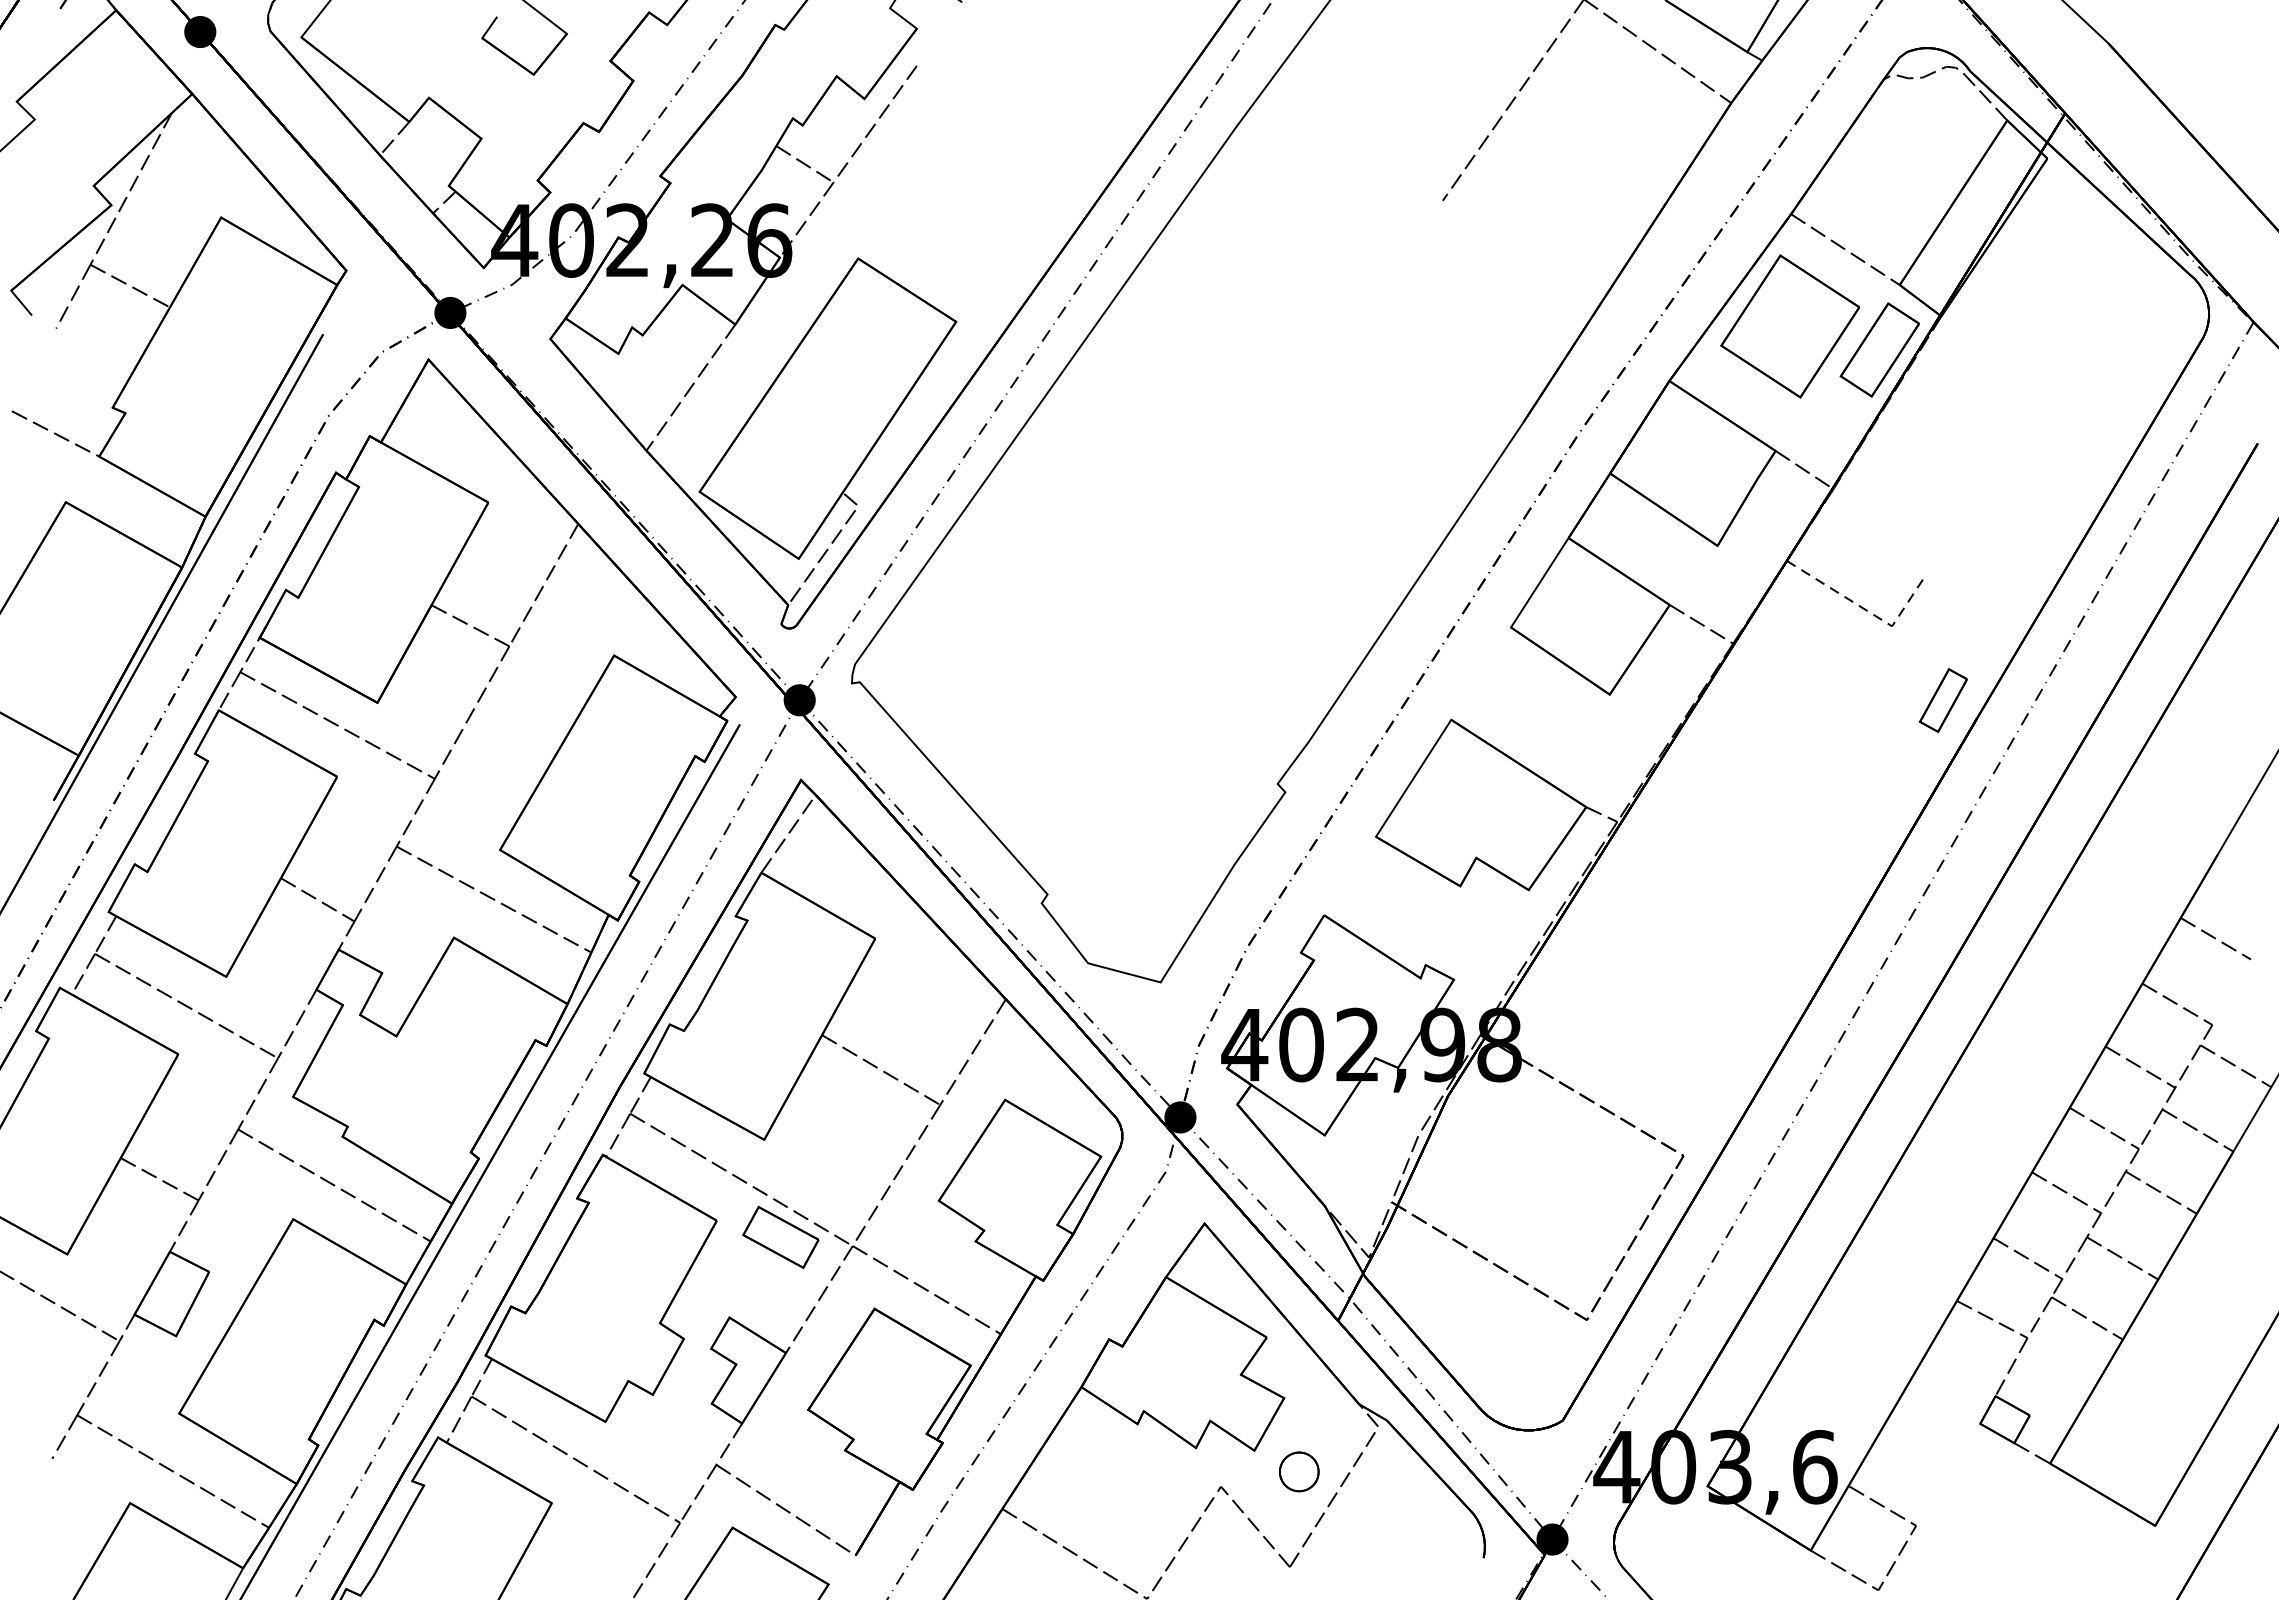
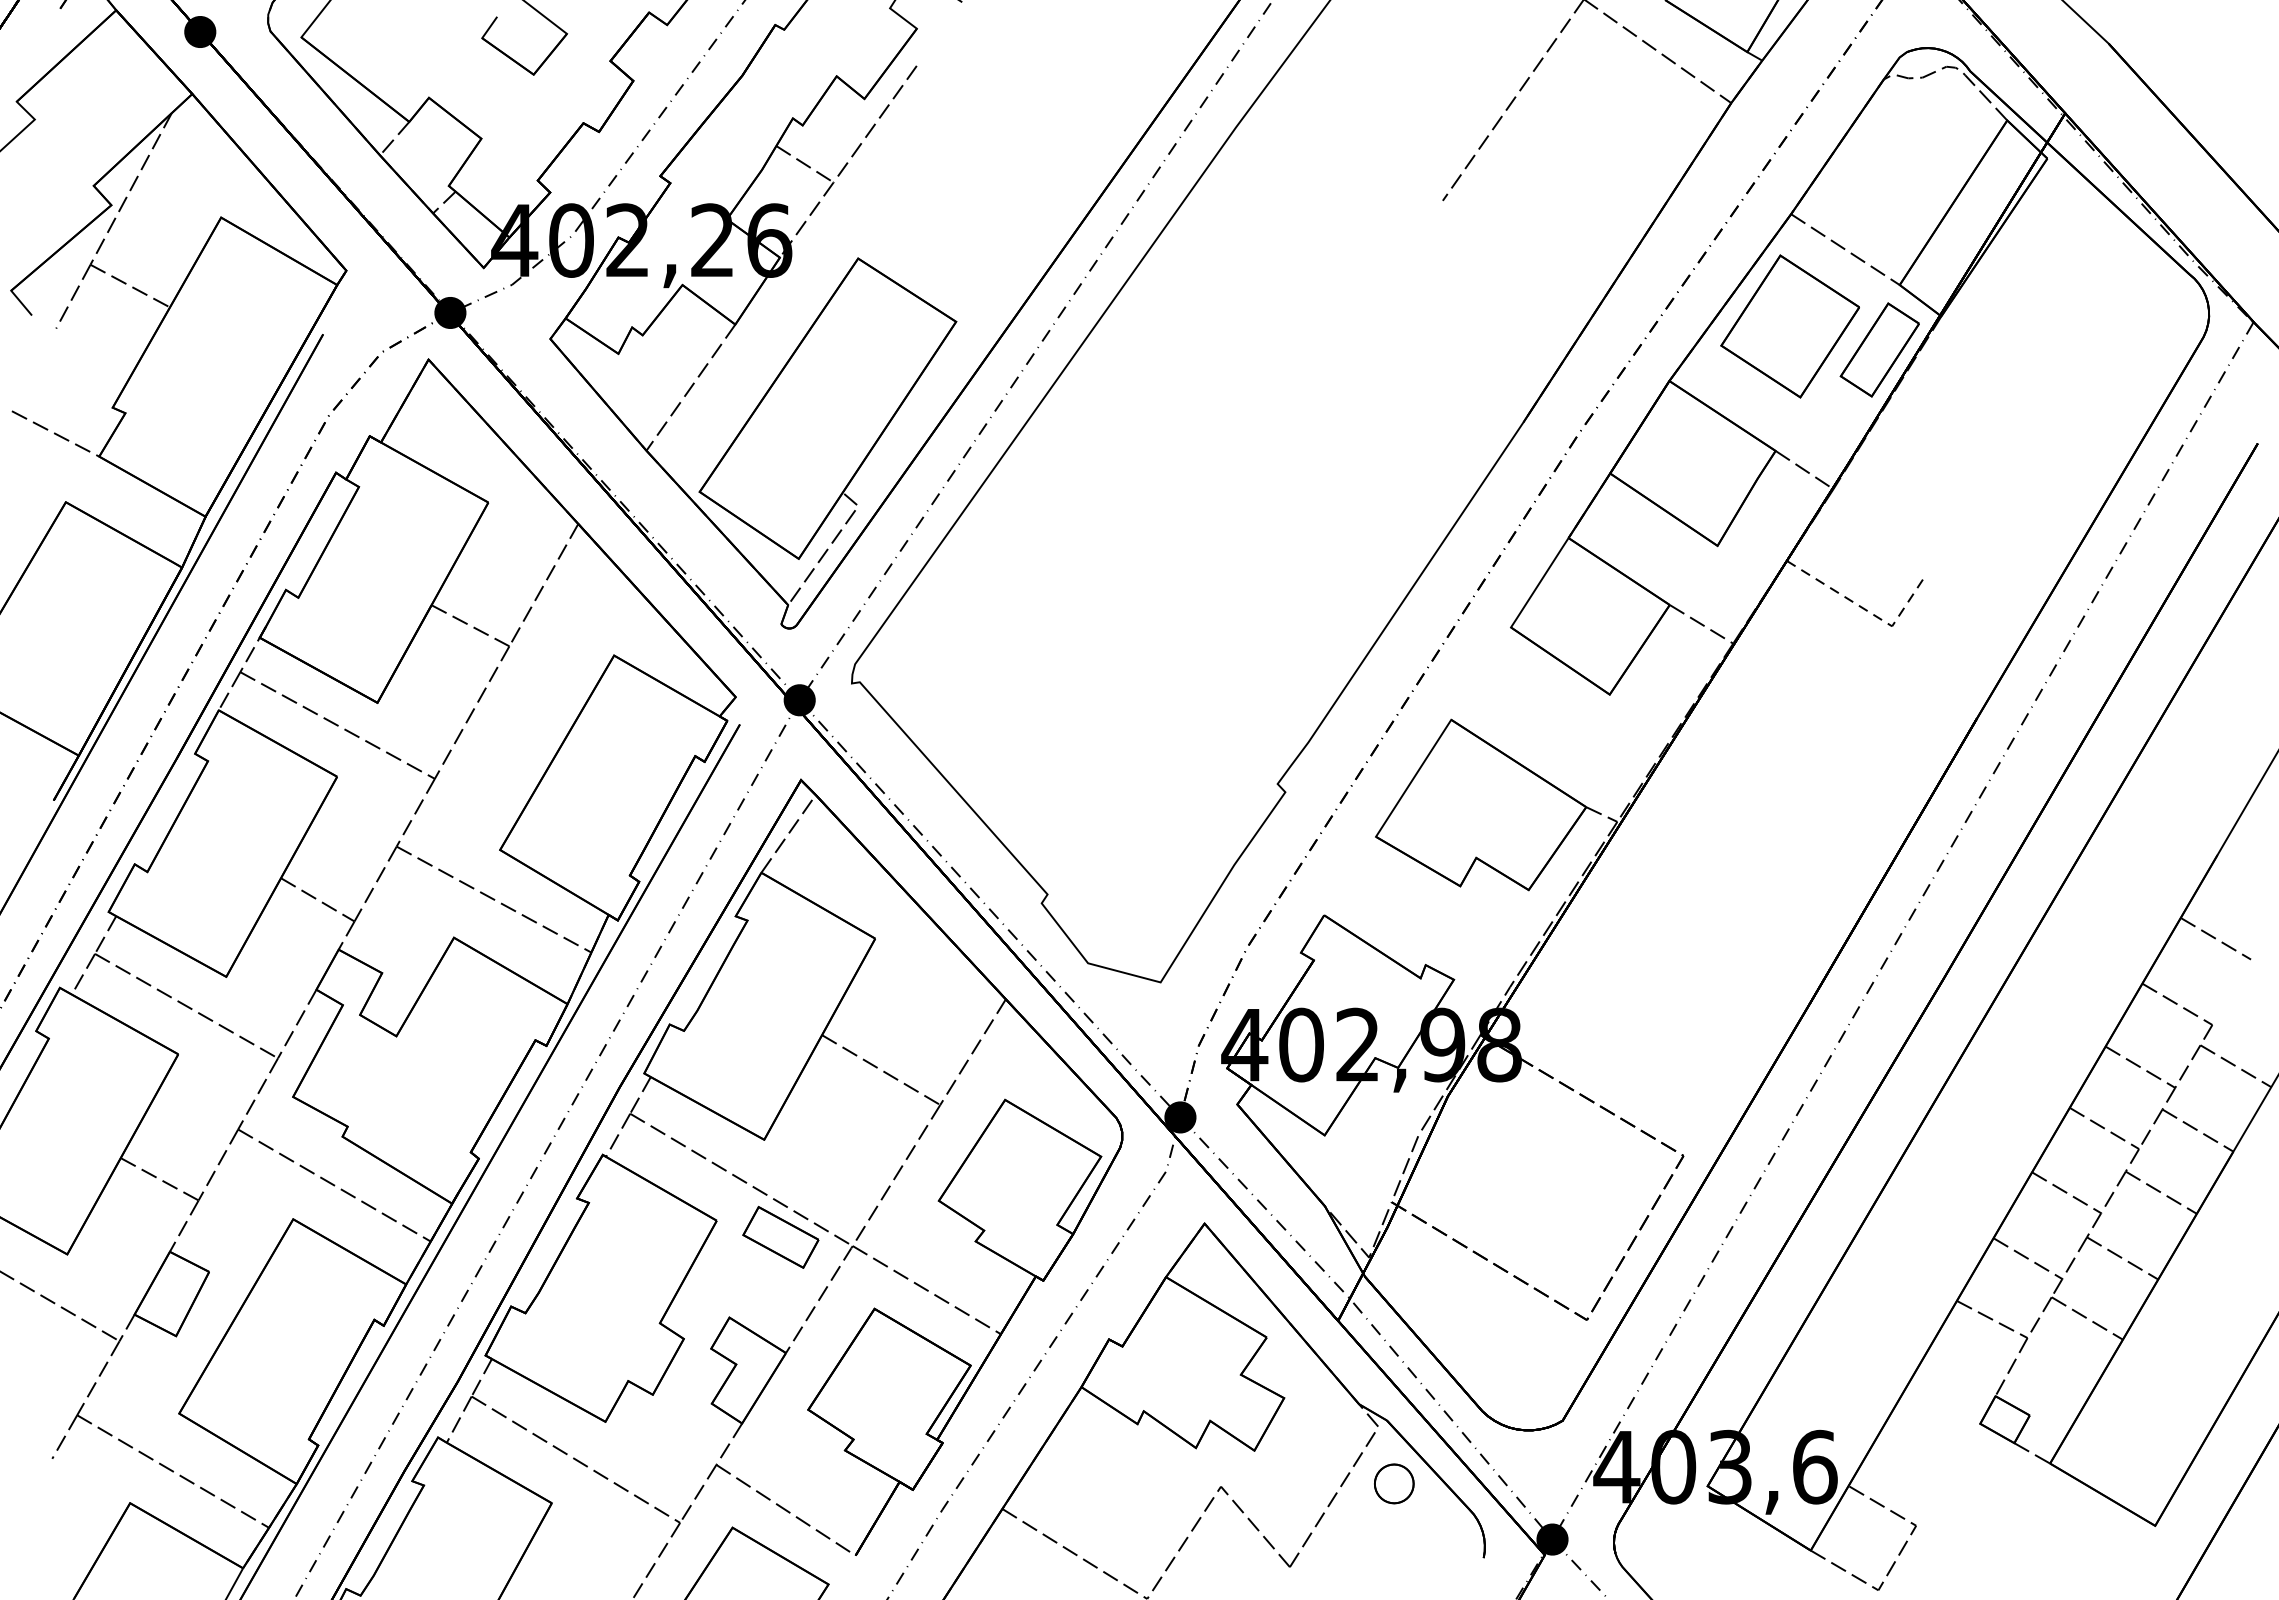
part at (1942, 700): present -> none
part at (1299, 1471) position: (1299, 1471) -> (1394, 1483)
